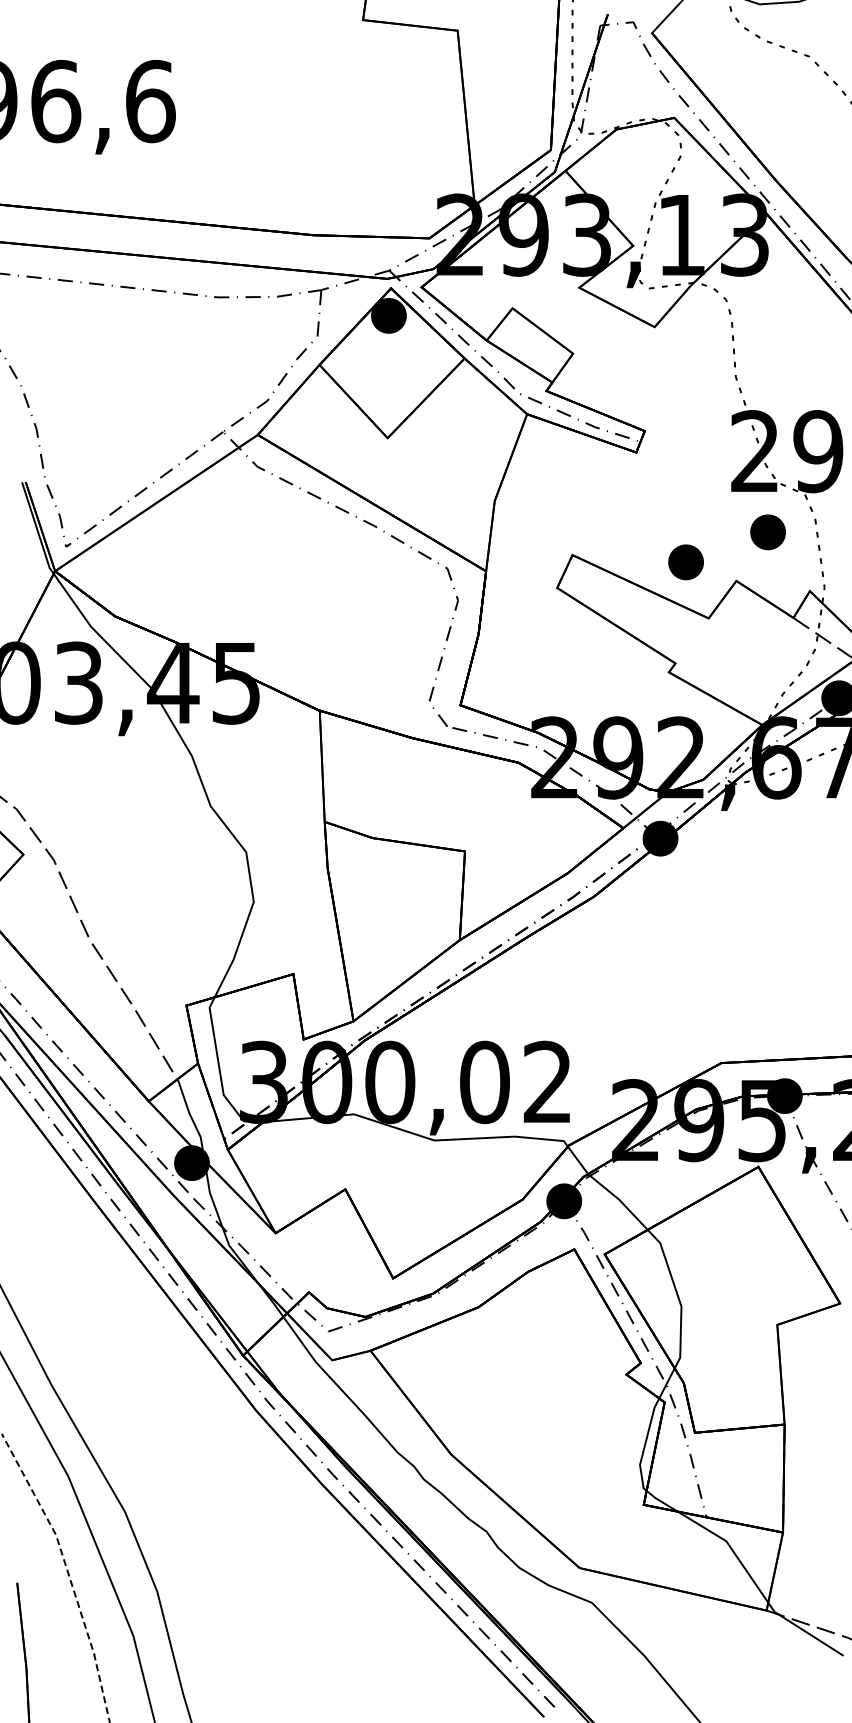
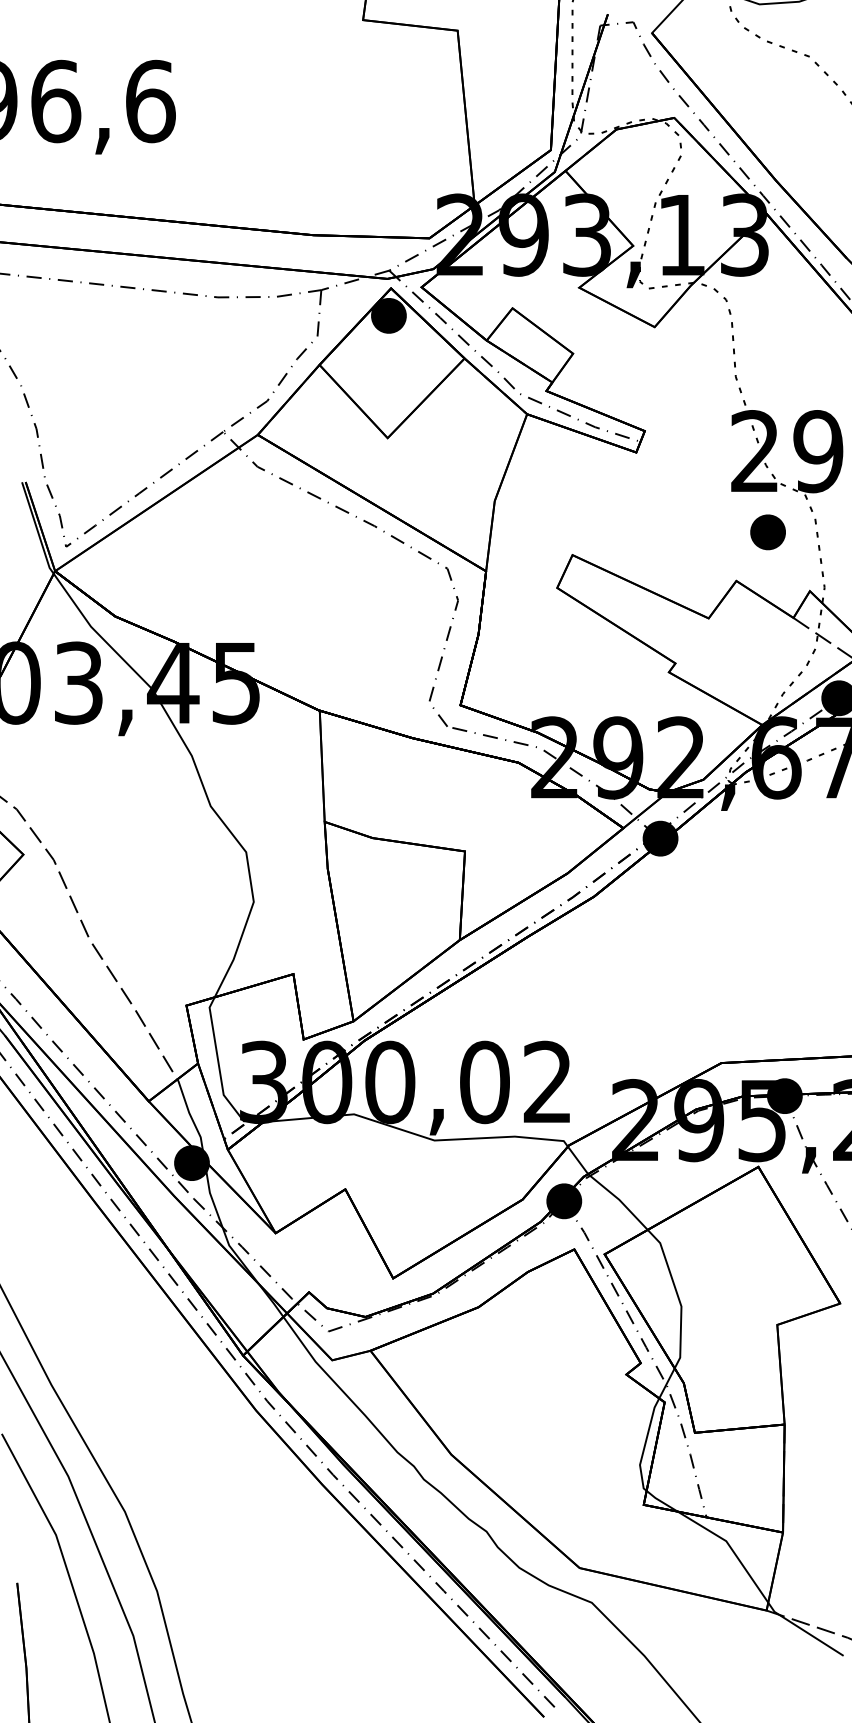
part at (685, 562): present -> none
line at (68, 1573): dashed -> solid
